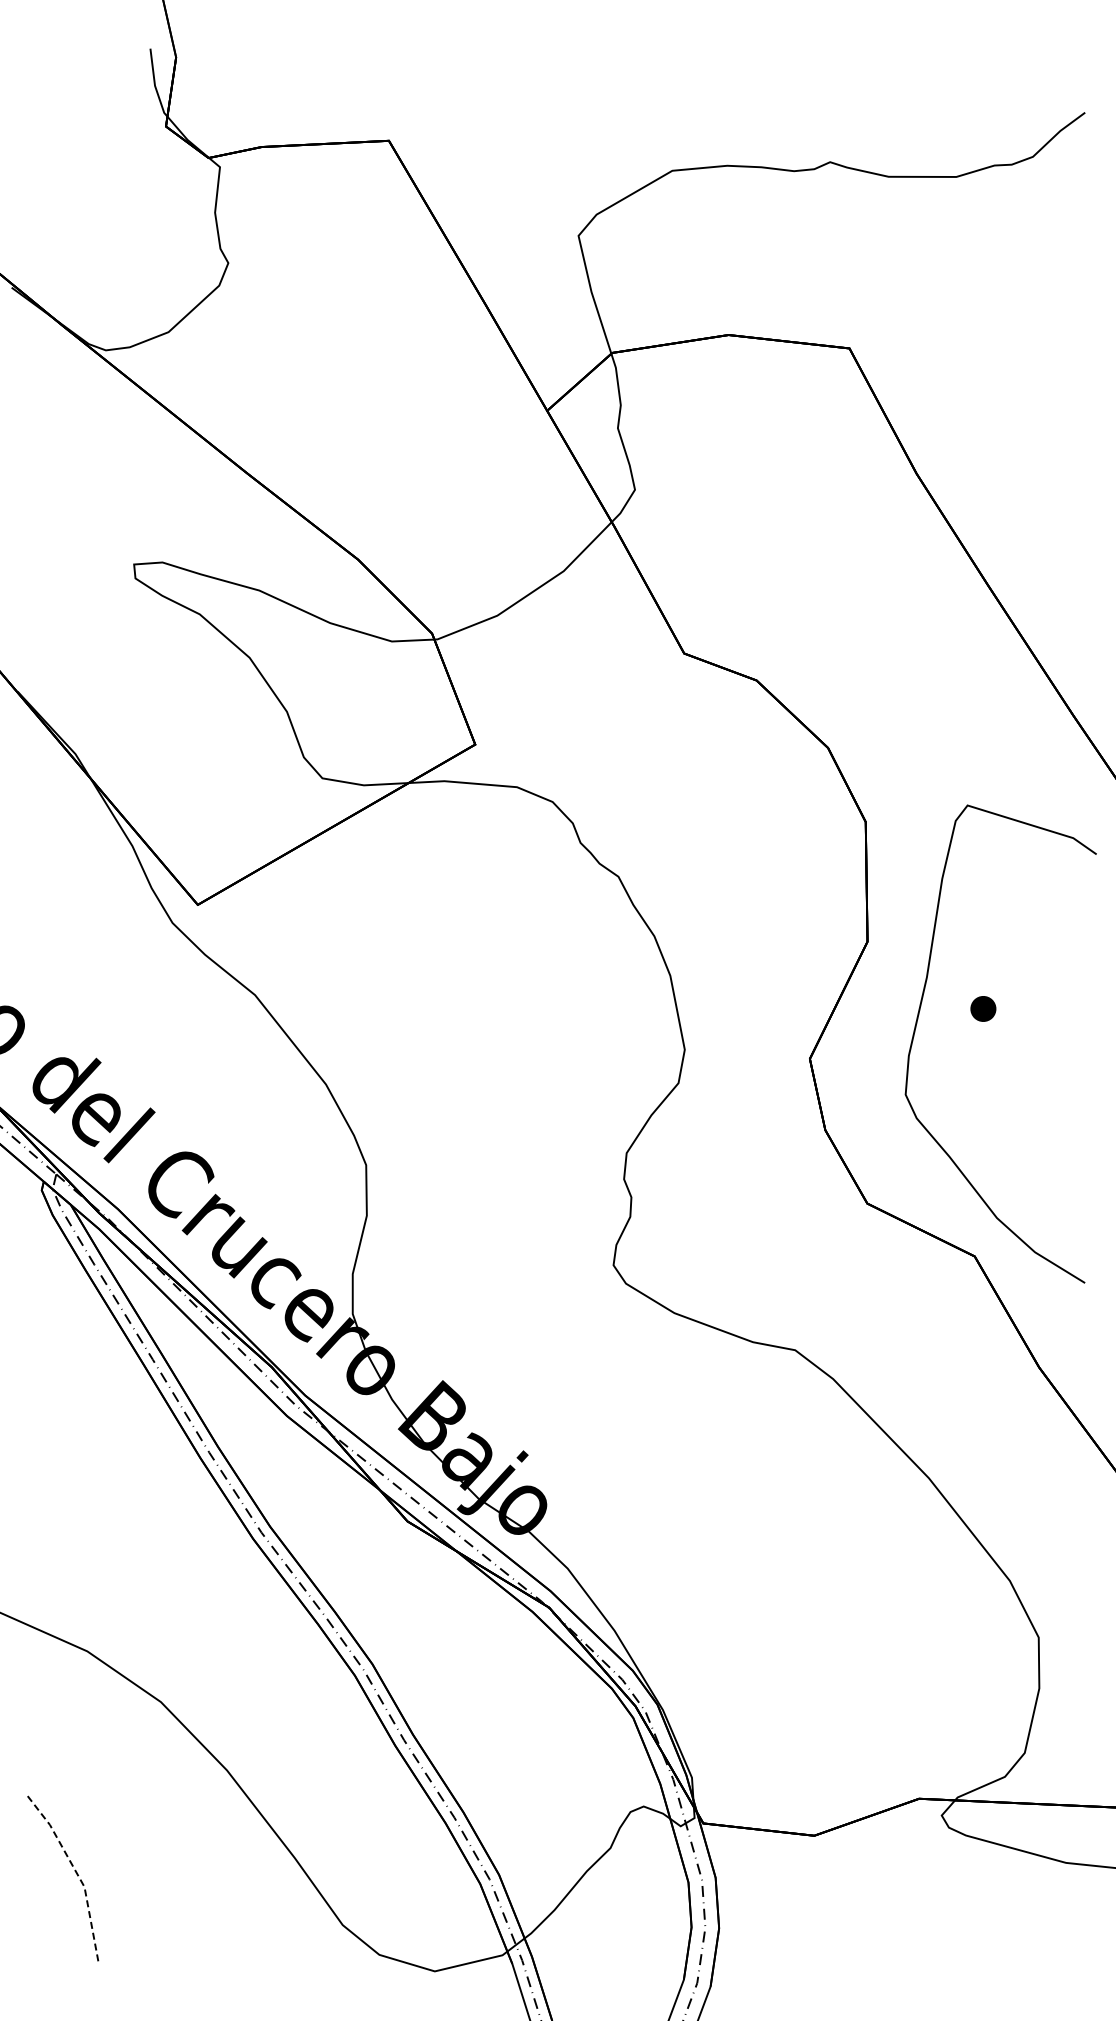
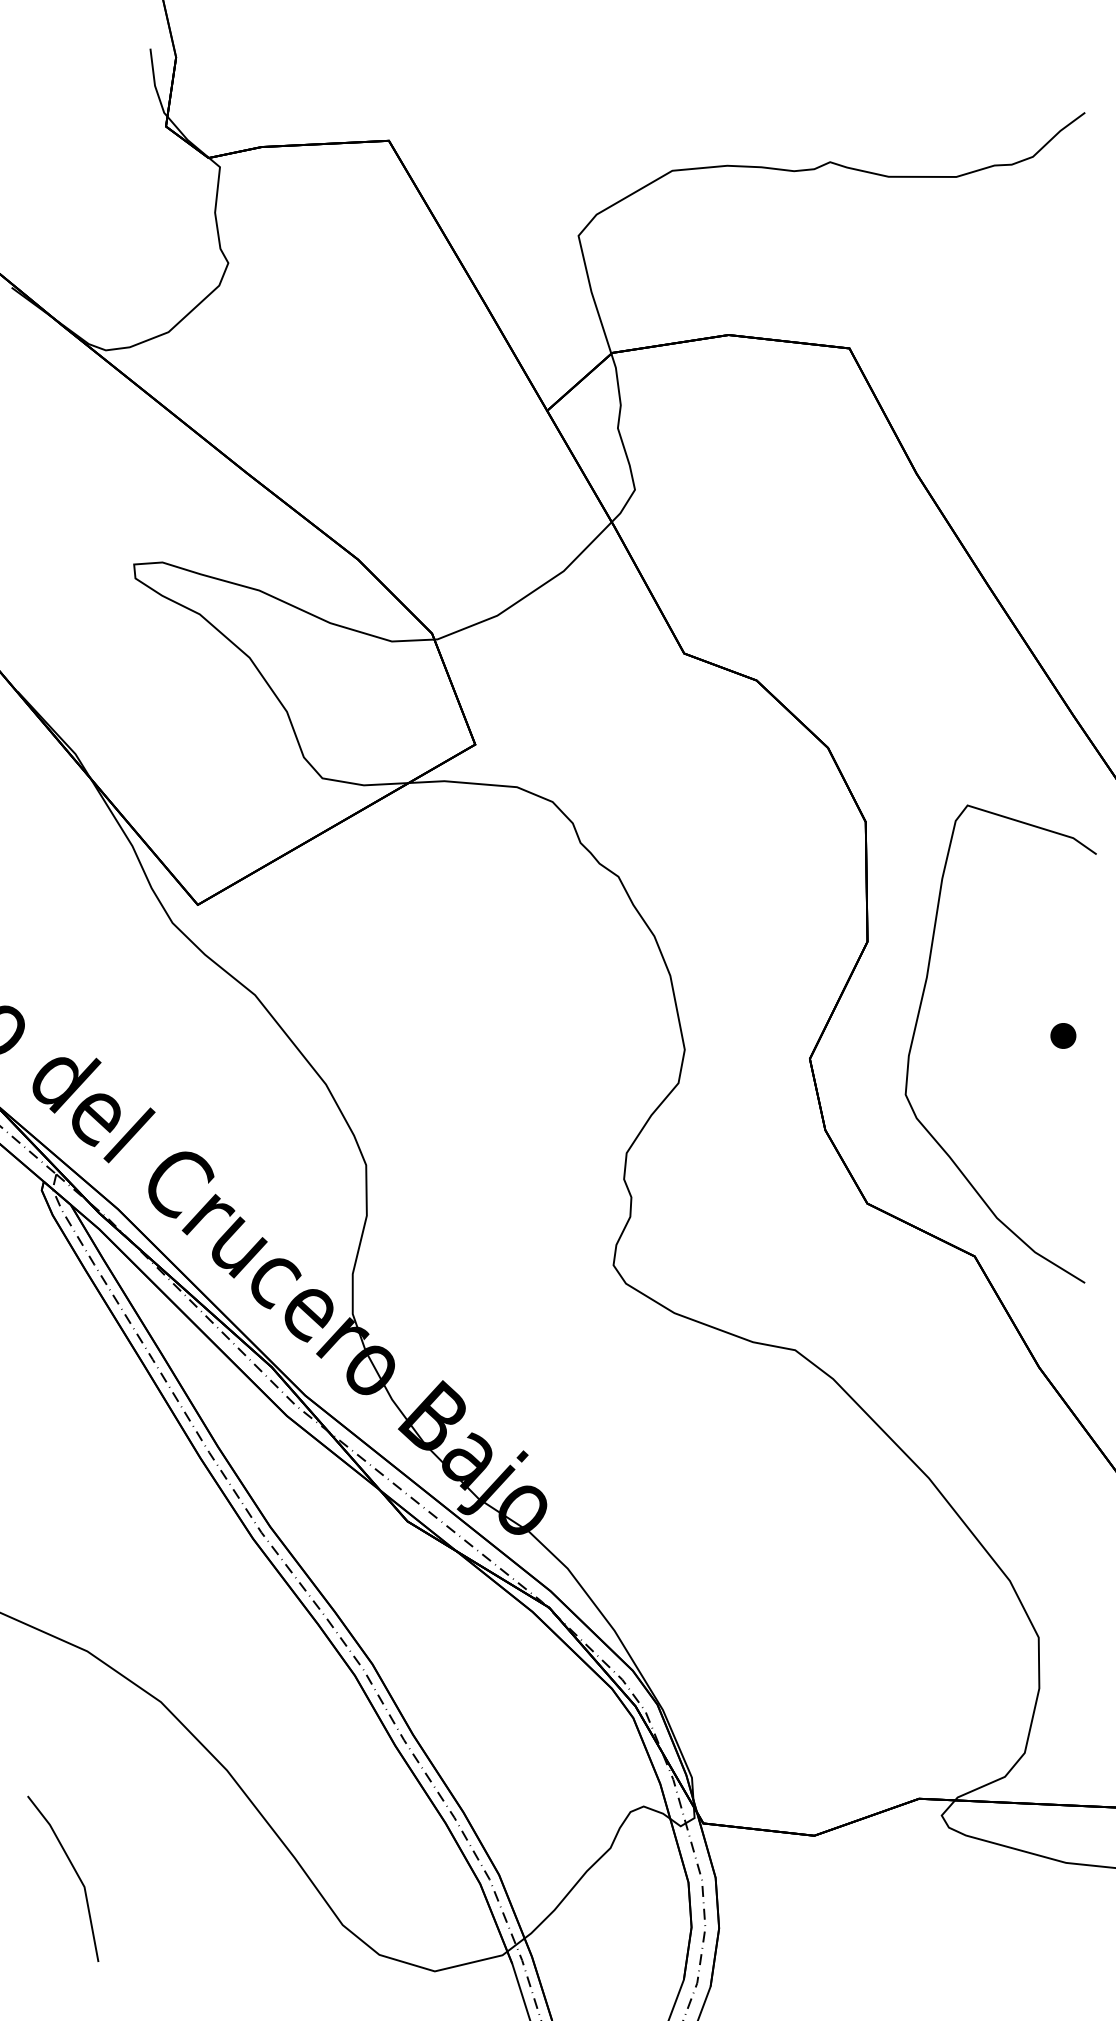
part at (983, 1008) position: (983, 1008) -> (1063, 1035)
line at (76, 1873): dashed -> solid
